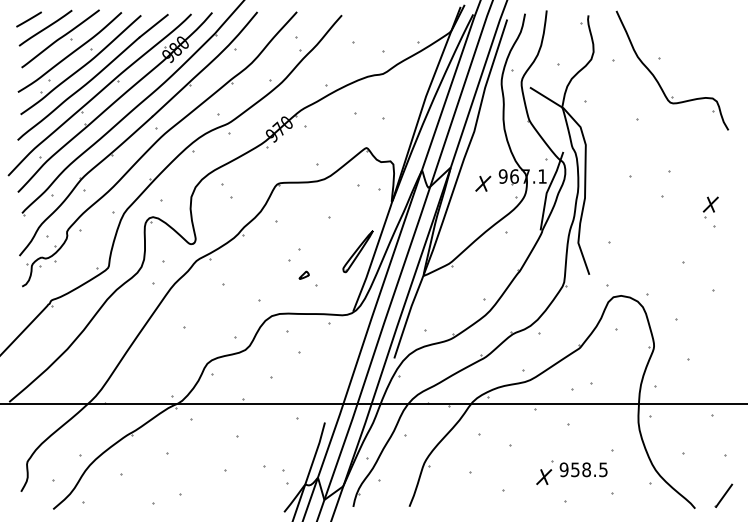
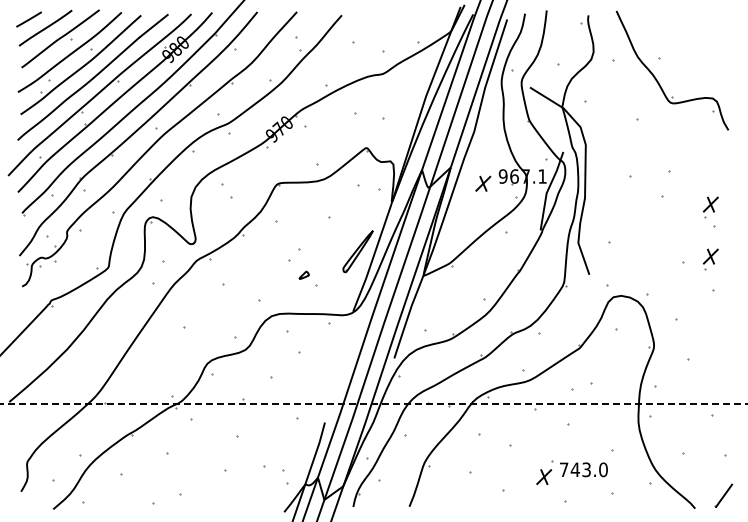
part at (710, 259): none -> present
line at (373, 403): solid -> dashed
text at (583, 469): 958.5 -> 743.0
